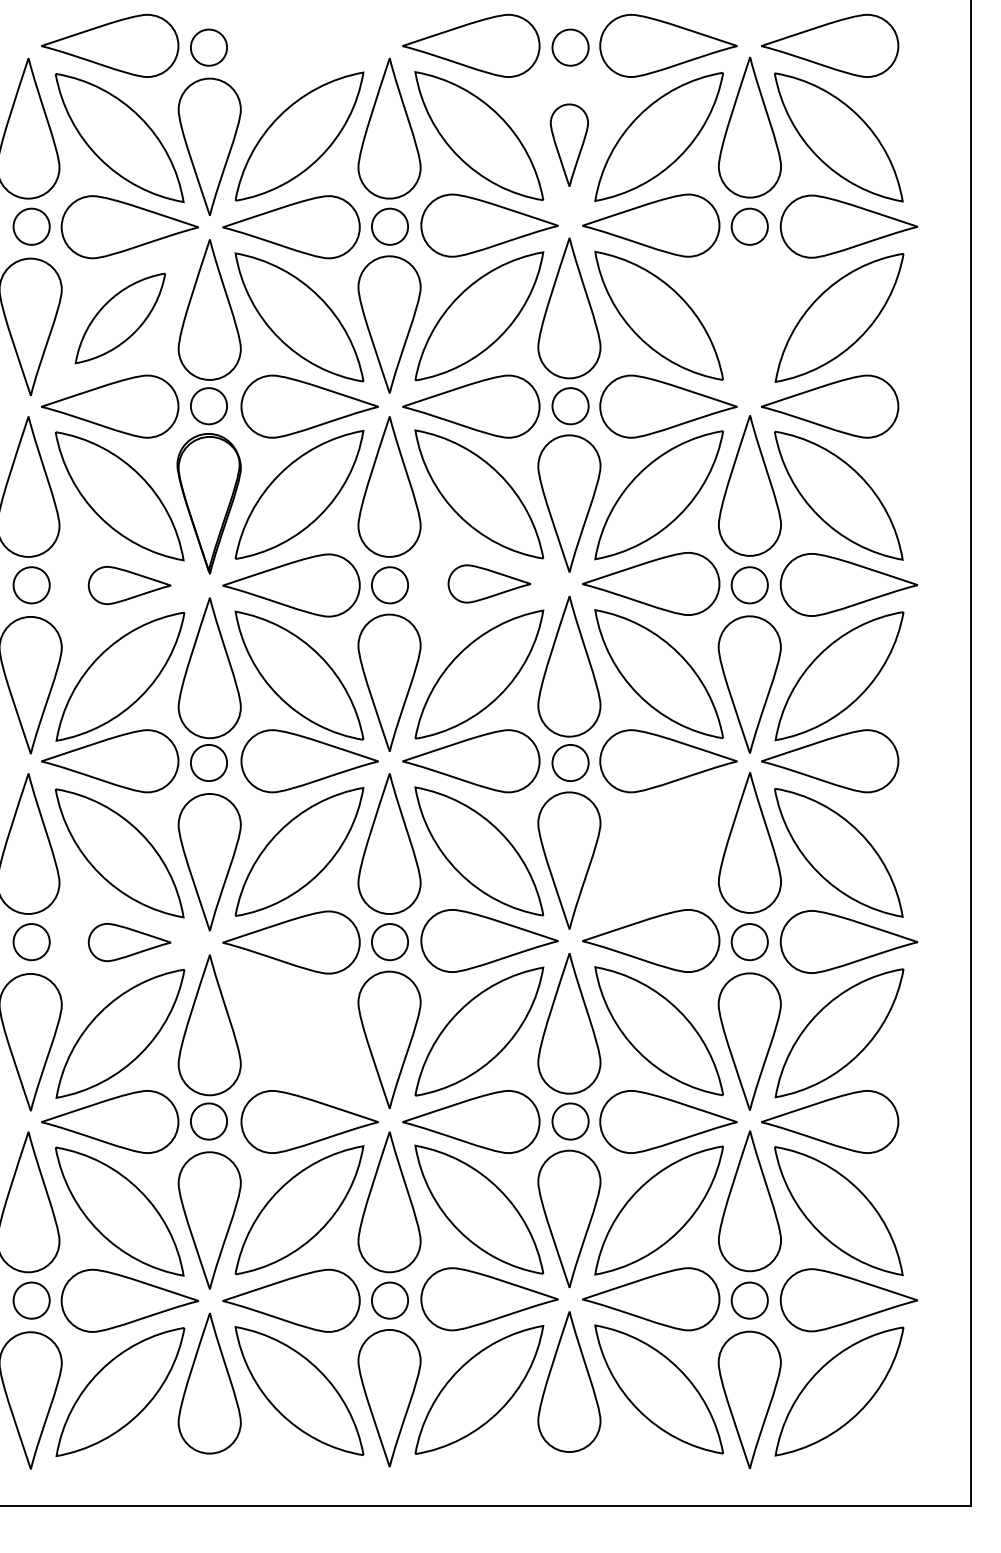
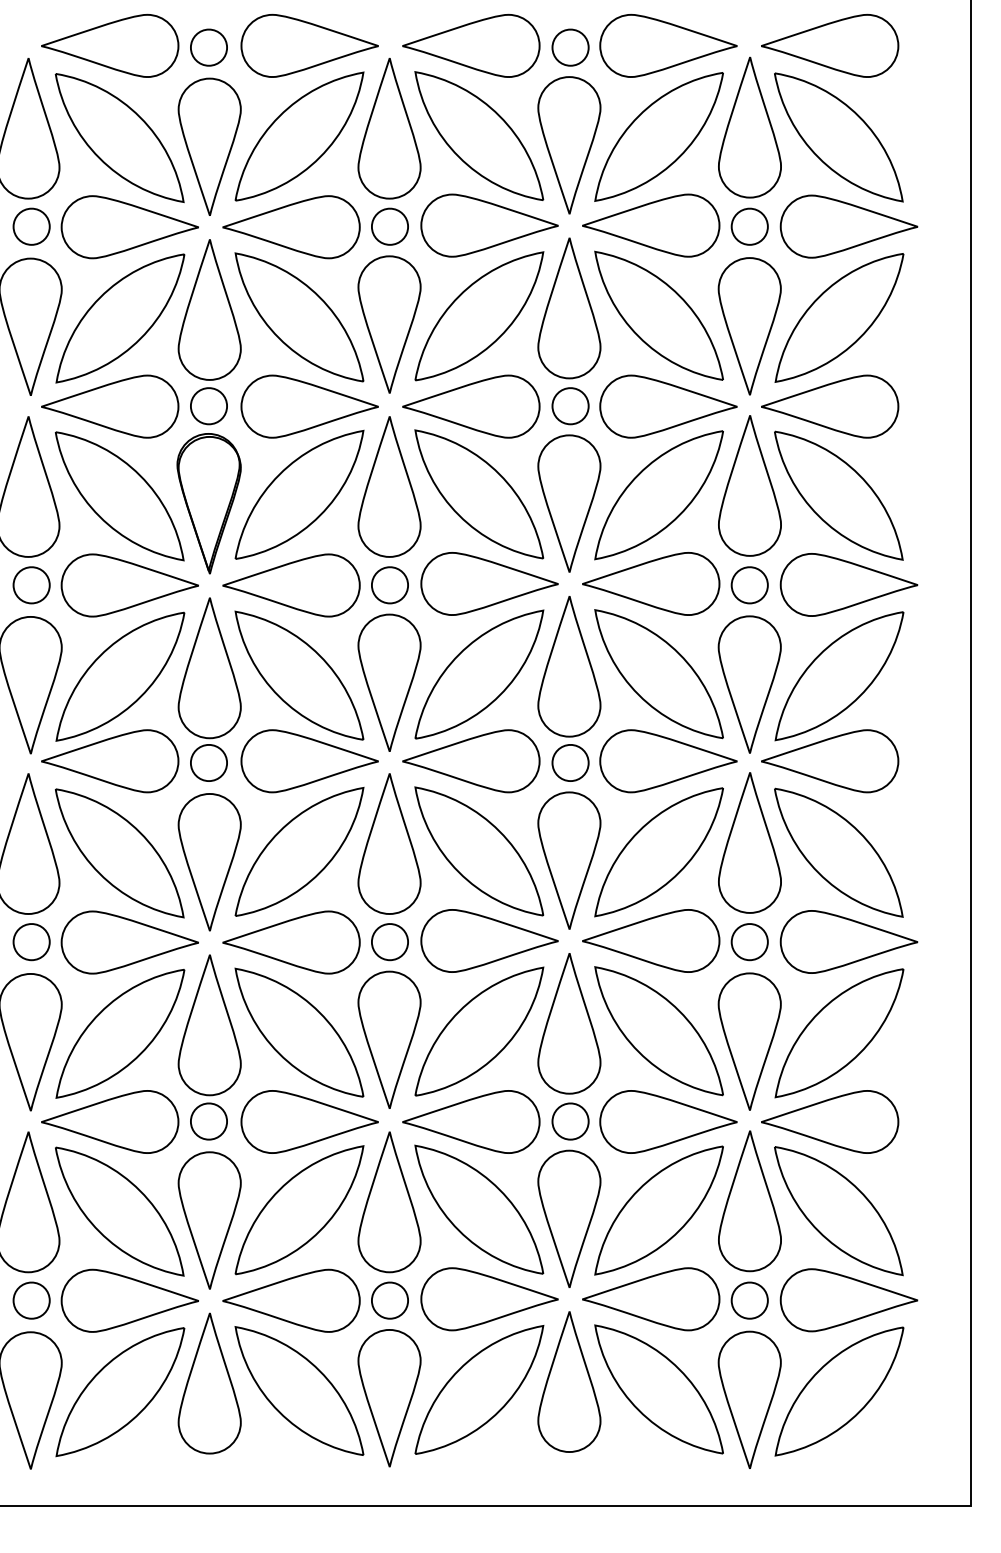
part at (309, 45): none -> present
part at (568, 144) size: 40x84 px -> 65x139 px
part at (119, 318) size: 92x93 px -> 131x131 px
part at (749, 326): none -> present
part at (489, 583) size: 85x40 px -> 139x64 px
part at (129, 585) size: 85x39 px -> 139x65 px
part at (658, 852): none -> present
part at (129, 942) size: 85x40 px -> 139x65 px
part at (299, 1032): none -> present
